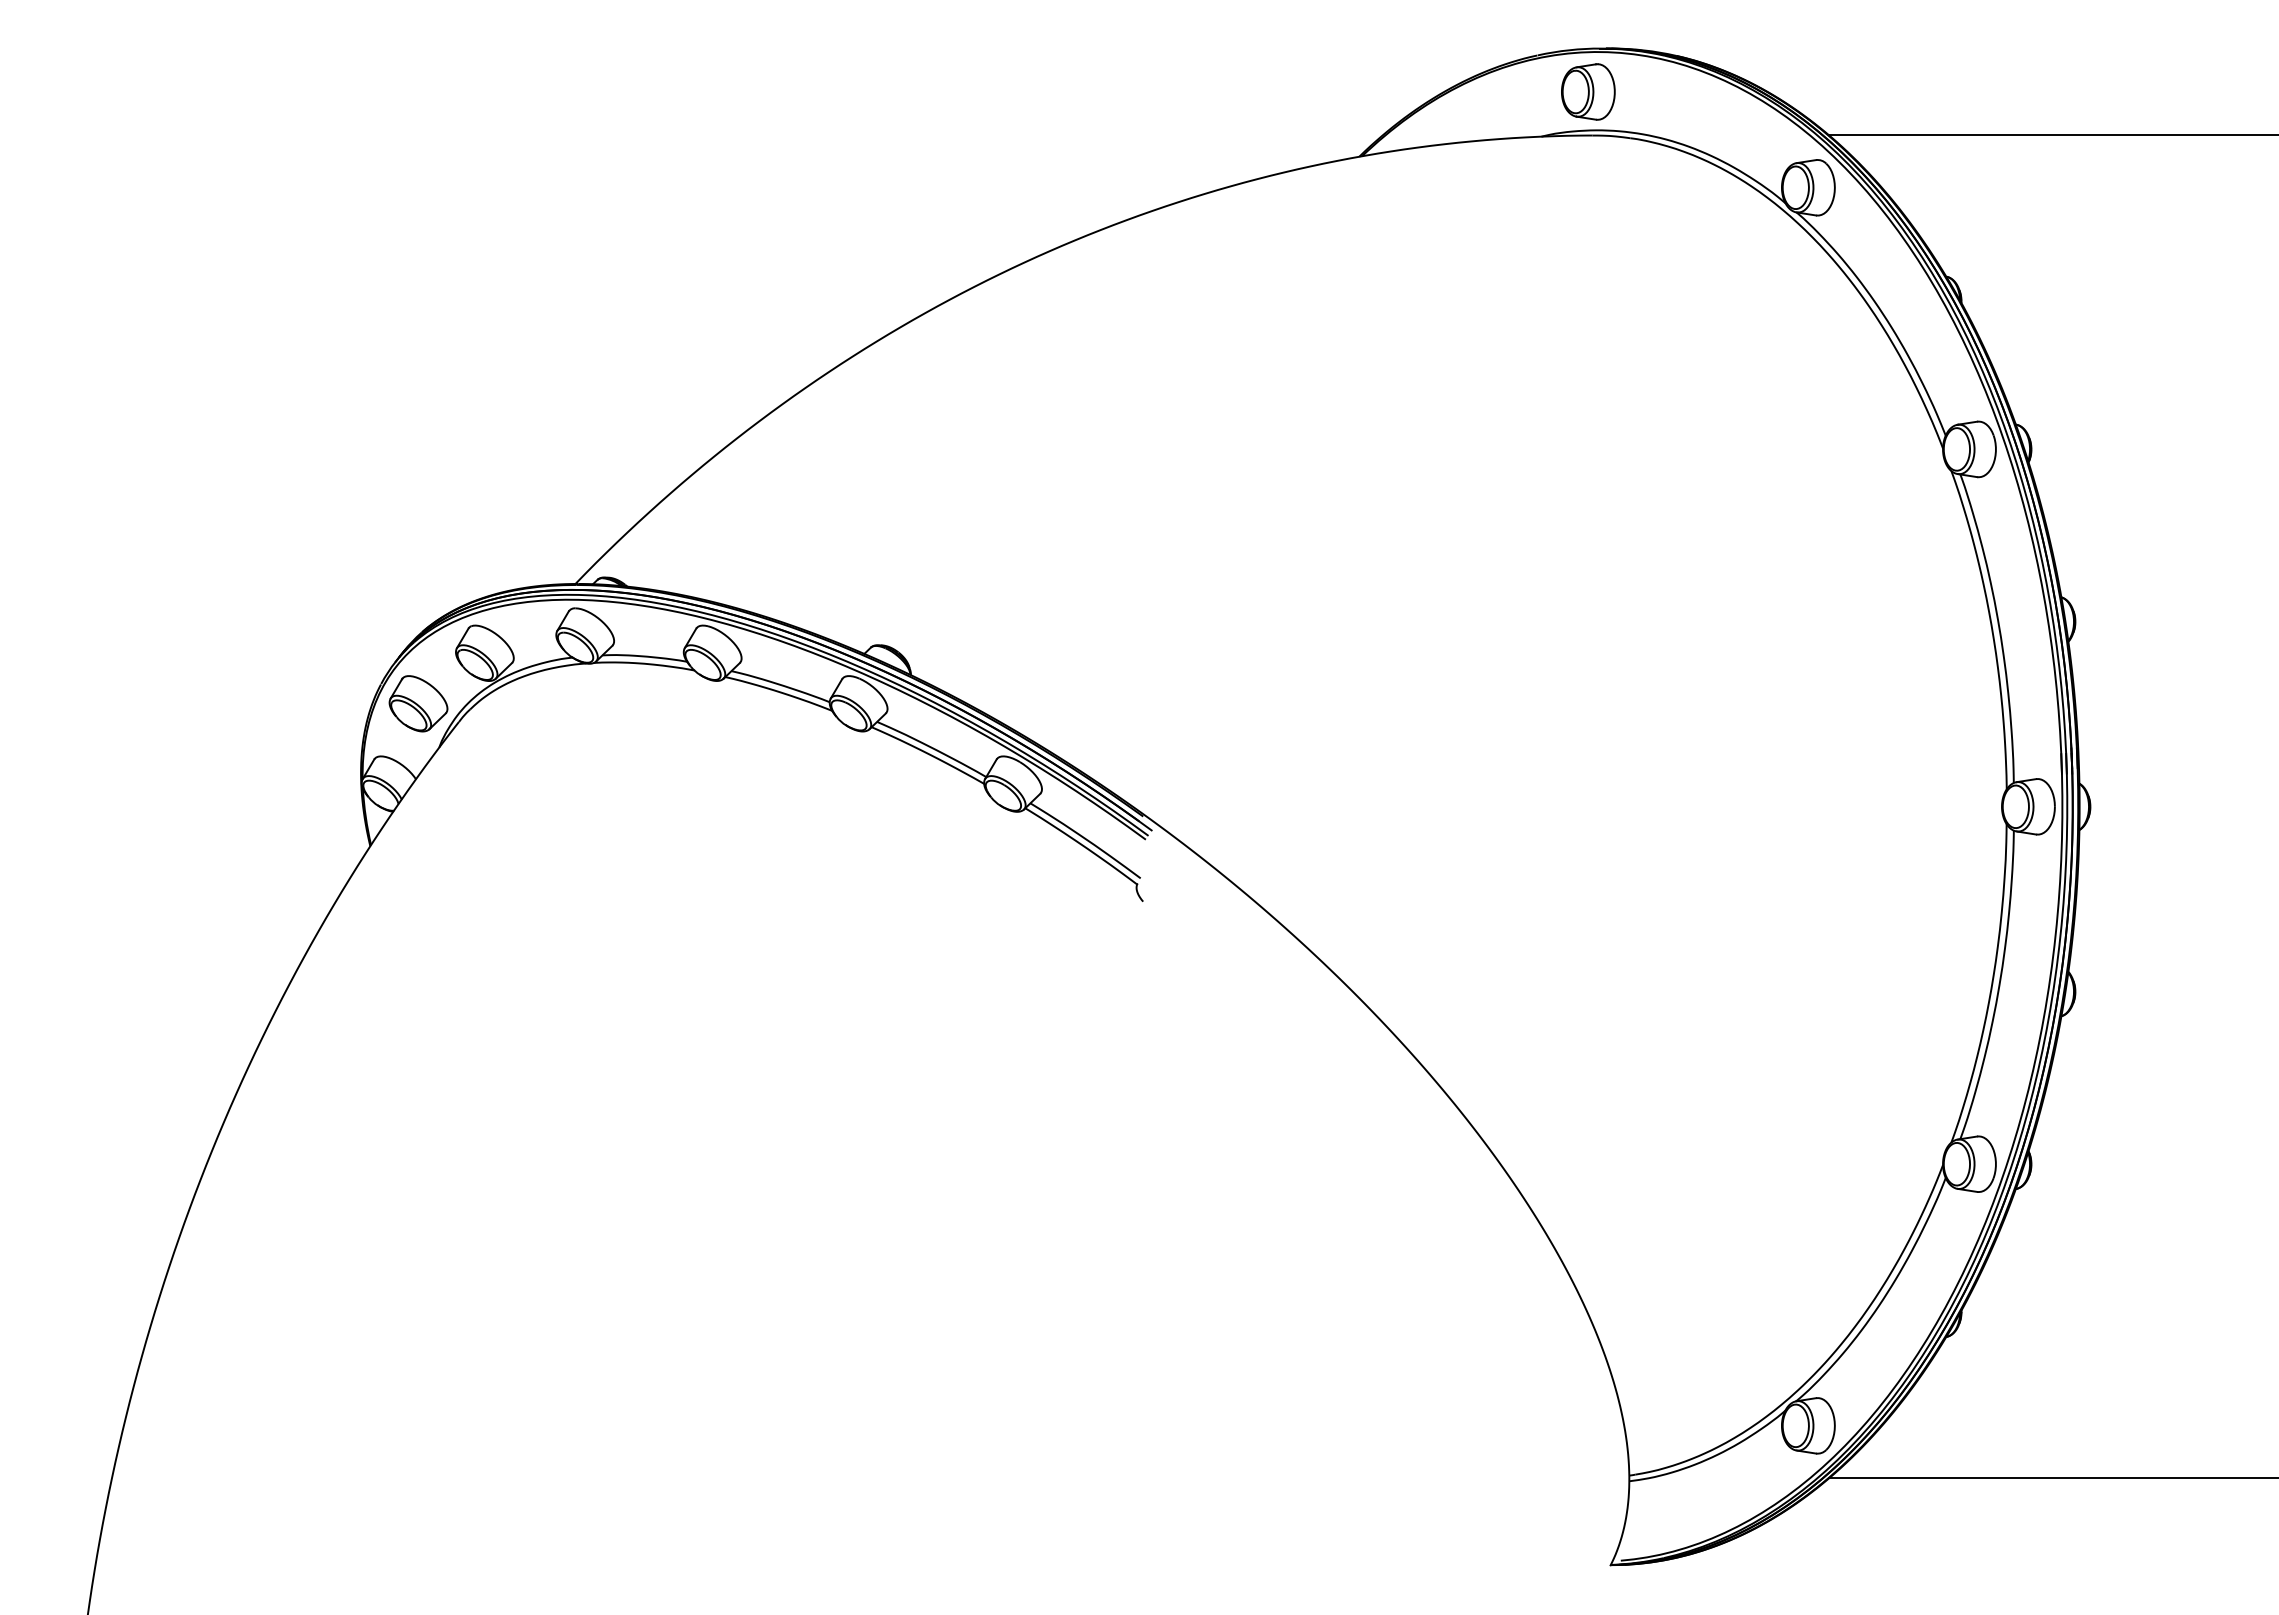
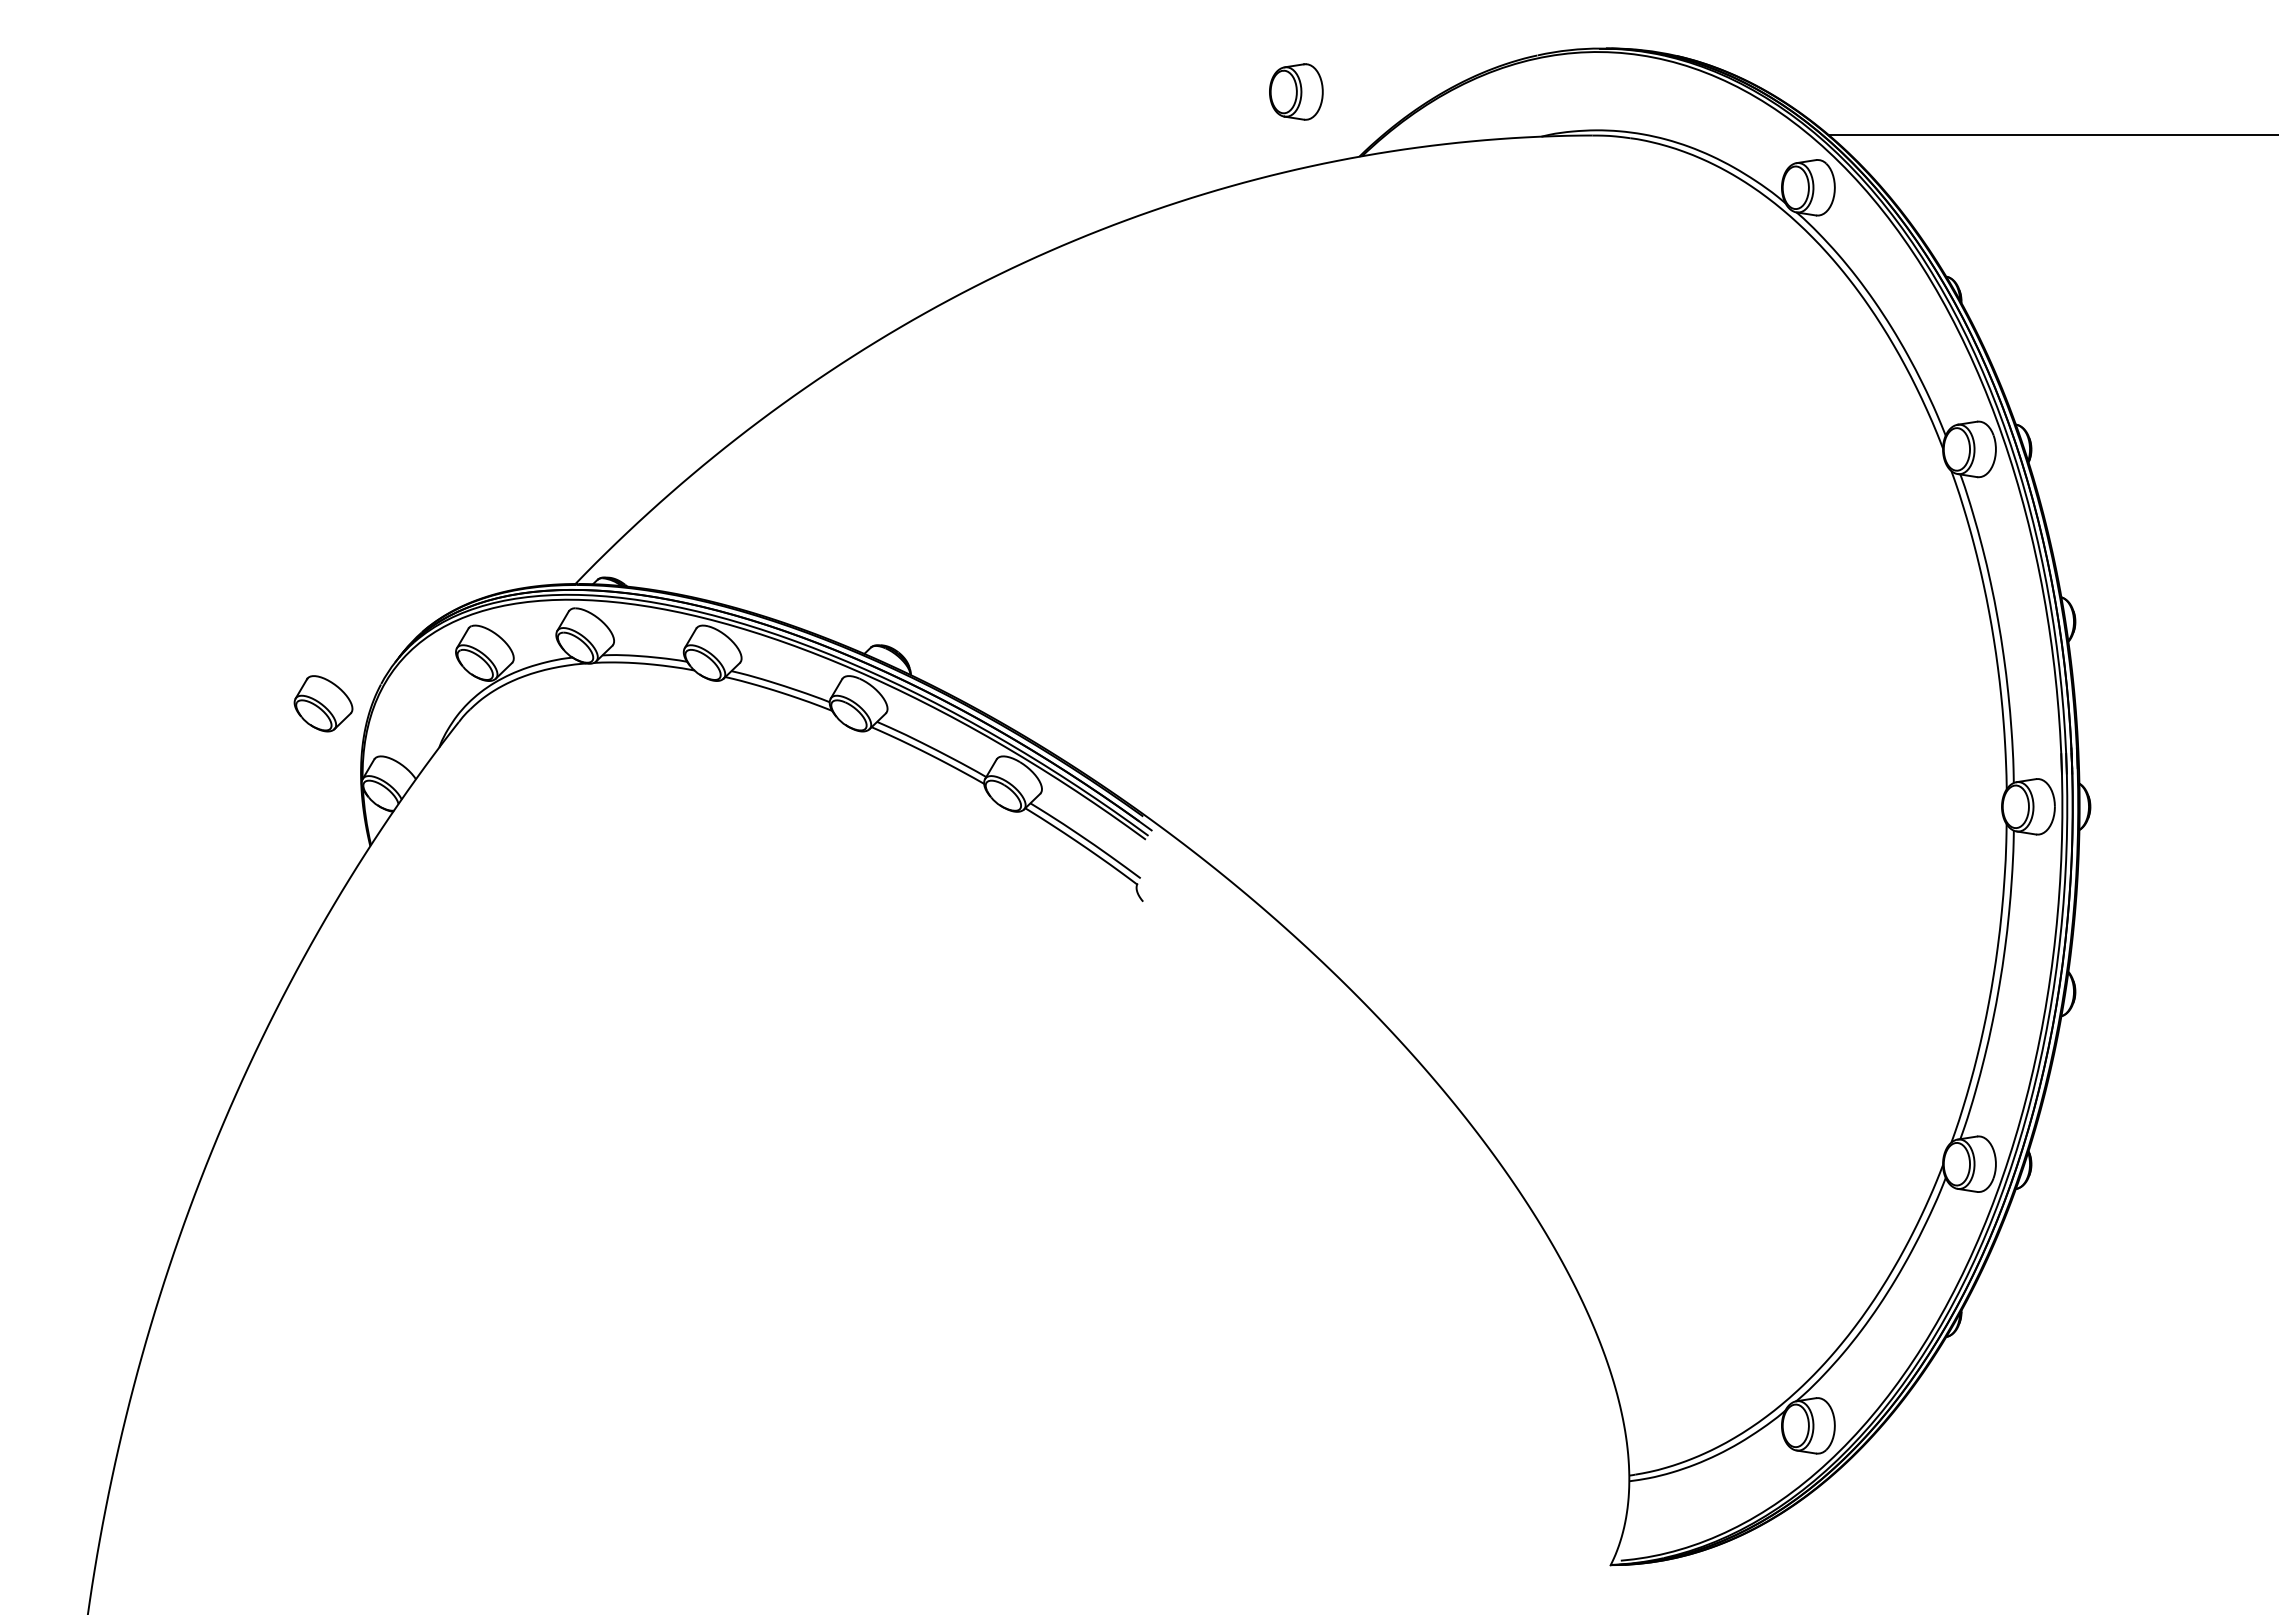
part at (1588, 91) position: (1588, 91) -> (1296, 91)
part at (418, 703) position: (418, 703) -> (323, 703)
line at (2052, 1478): present -> none
